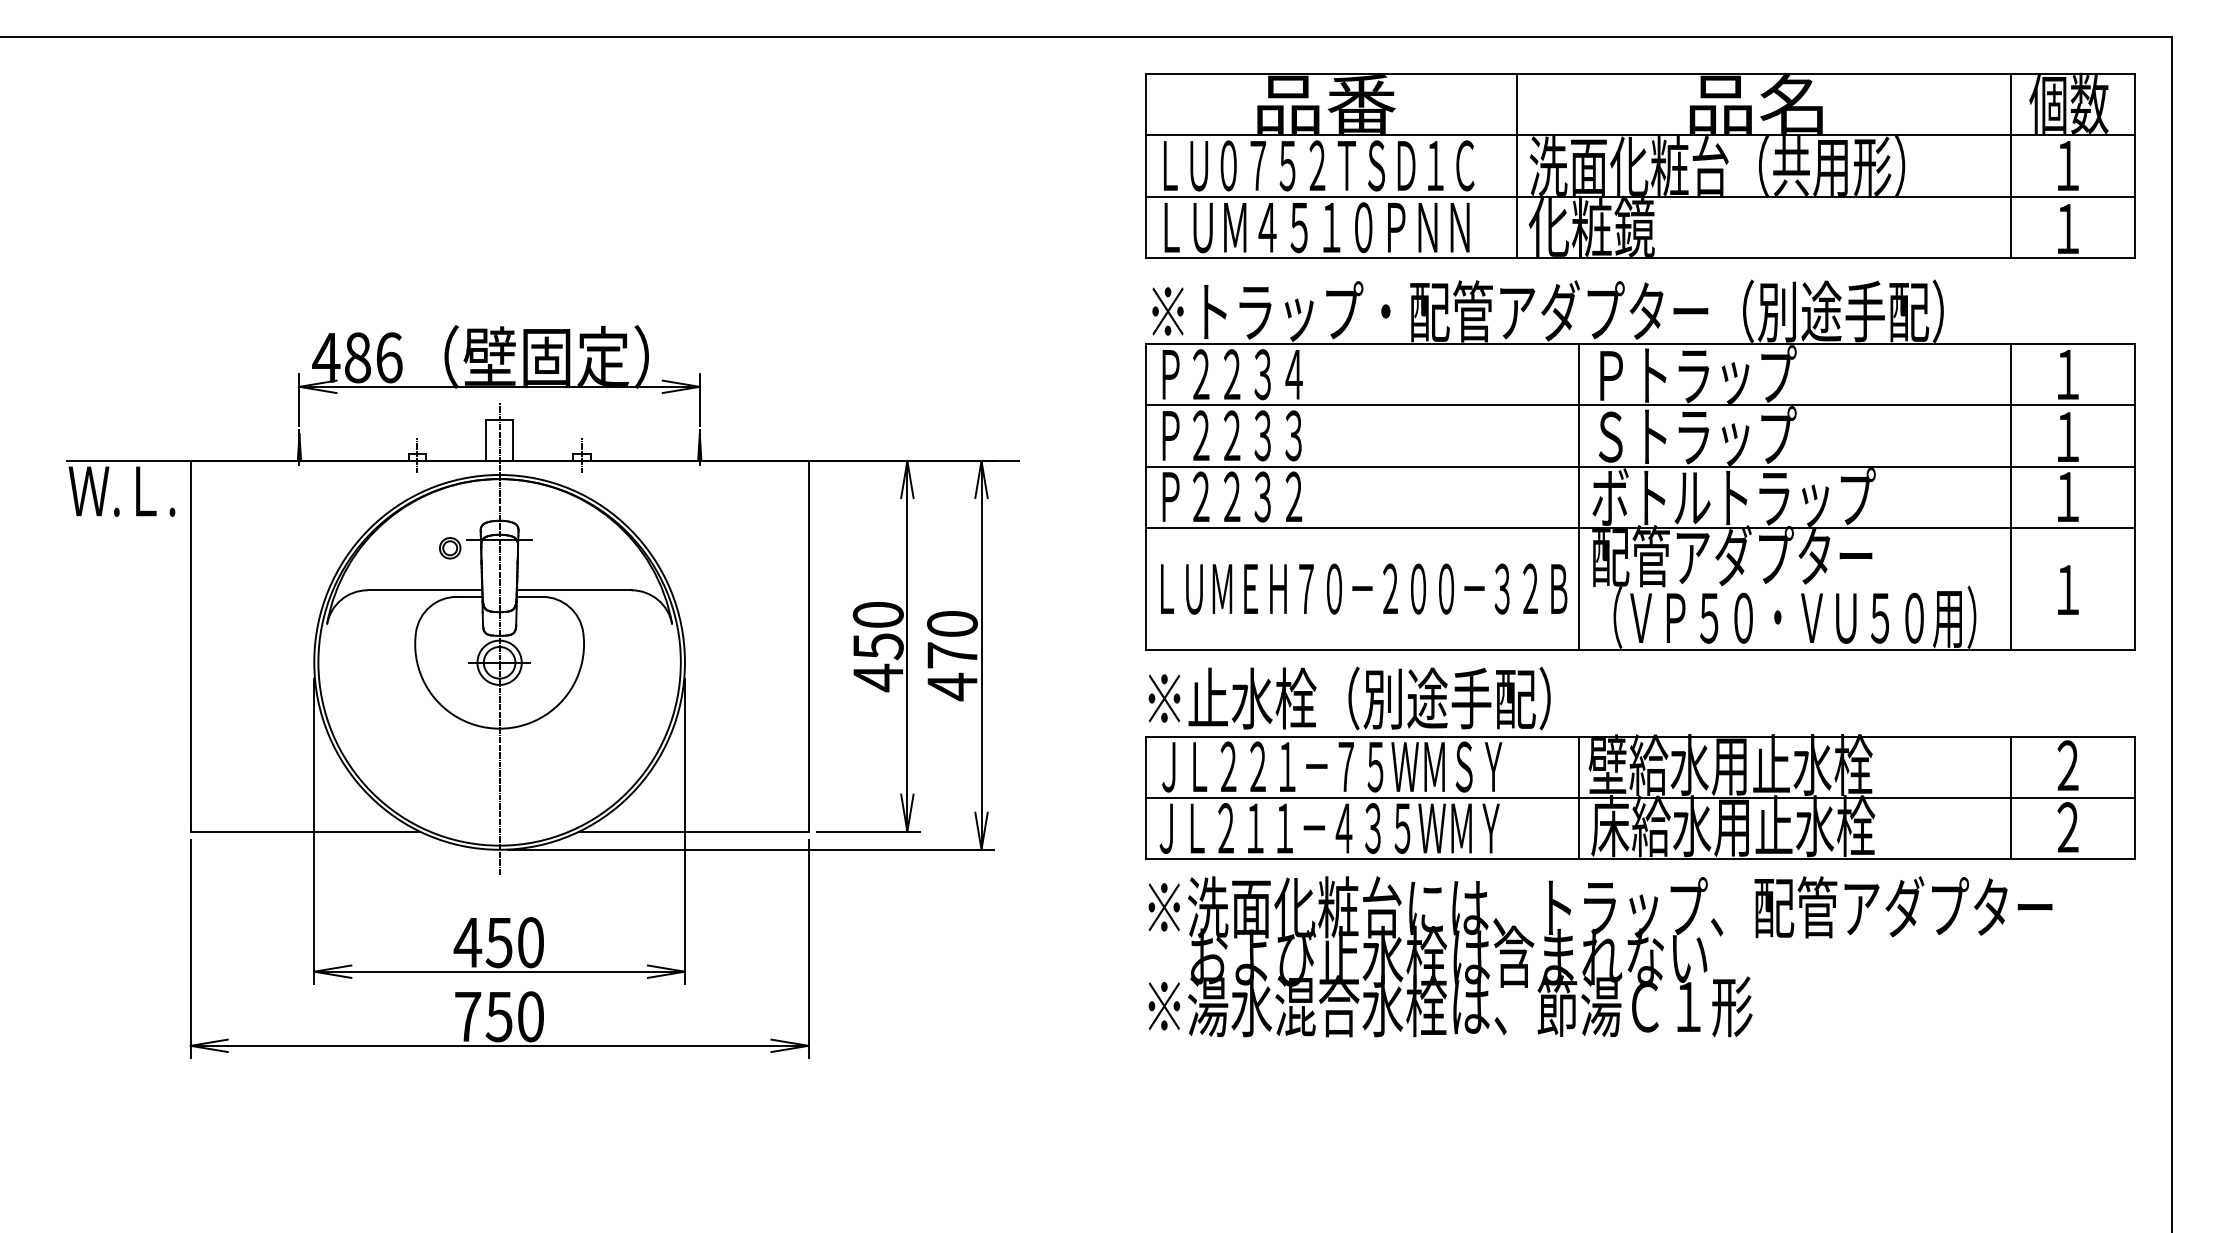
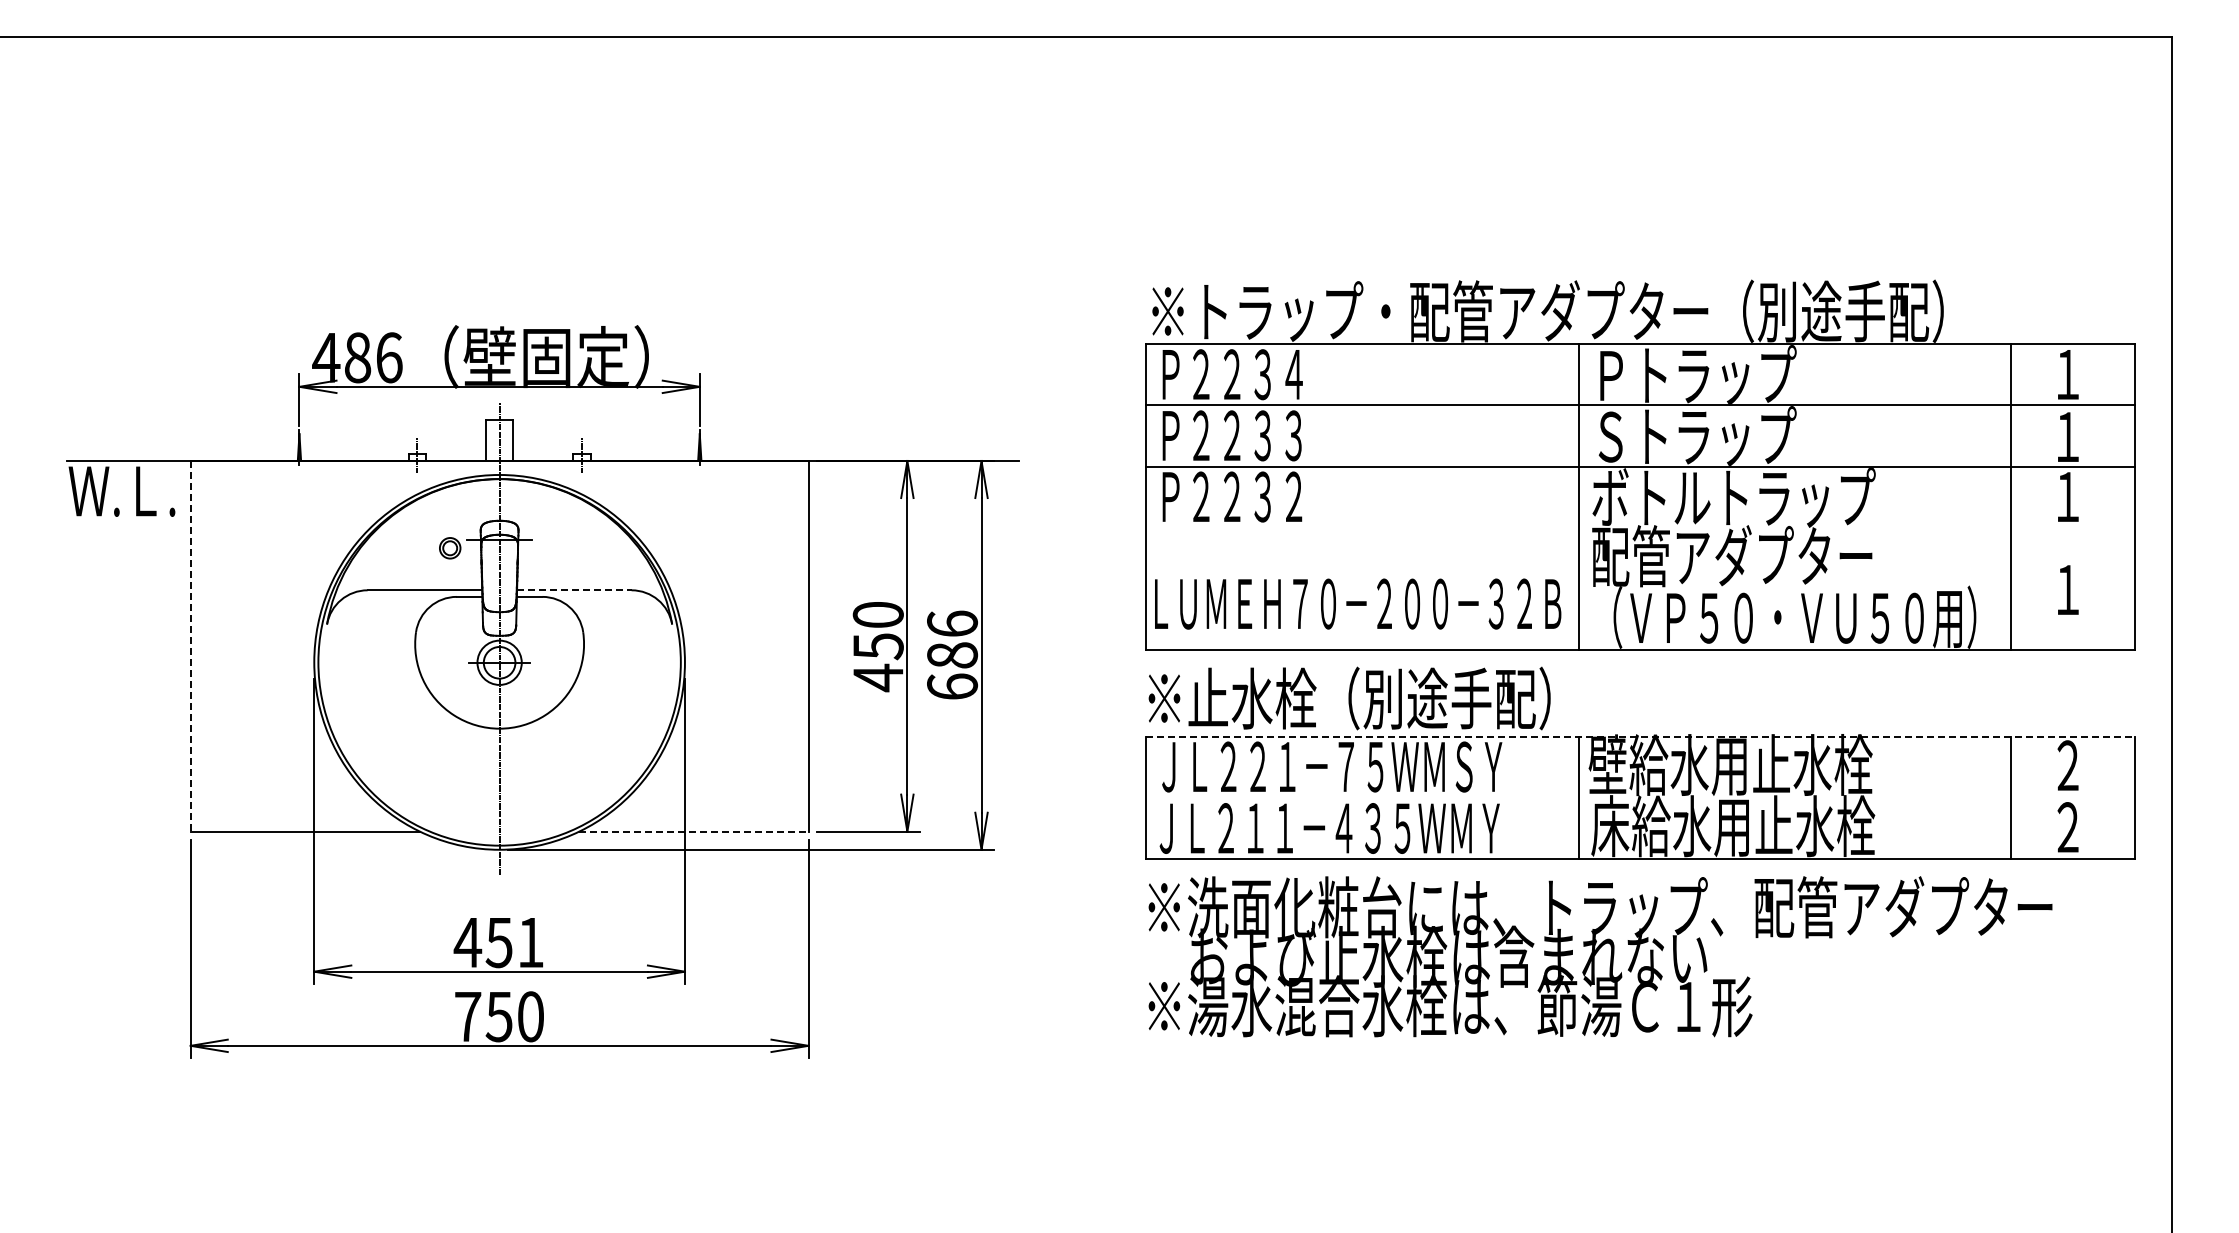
part at (1640, 165): present -> none
line at (1640, 527): present -> none
text at (1364, 588) position: (1364, 588) -> (1358, 603)
line at (574, 590): solid -> dashed
line at (190, 646): solid -> dashed
text at (952, 655): 470 -> 686
line at (1641, 736): solid -> dashed
line at (1640, 797): present -> none
line at (693, 831): solid -> dashed
text at (530, 942): 450 -> 451
